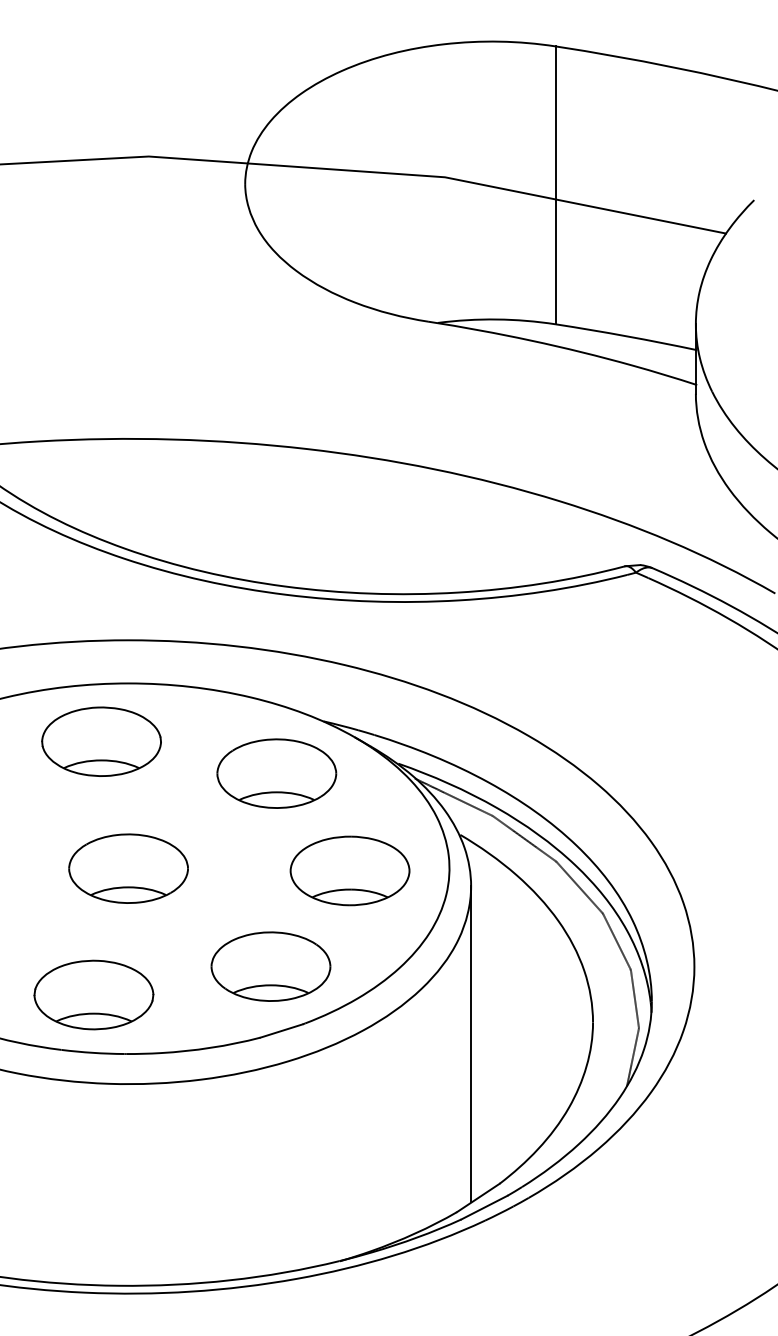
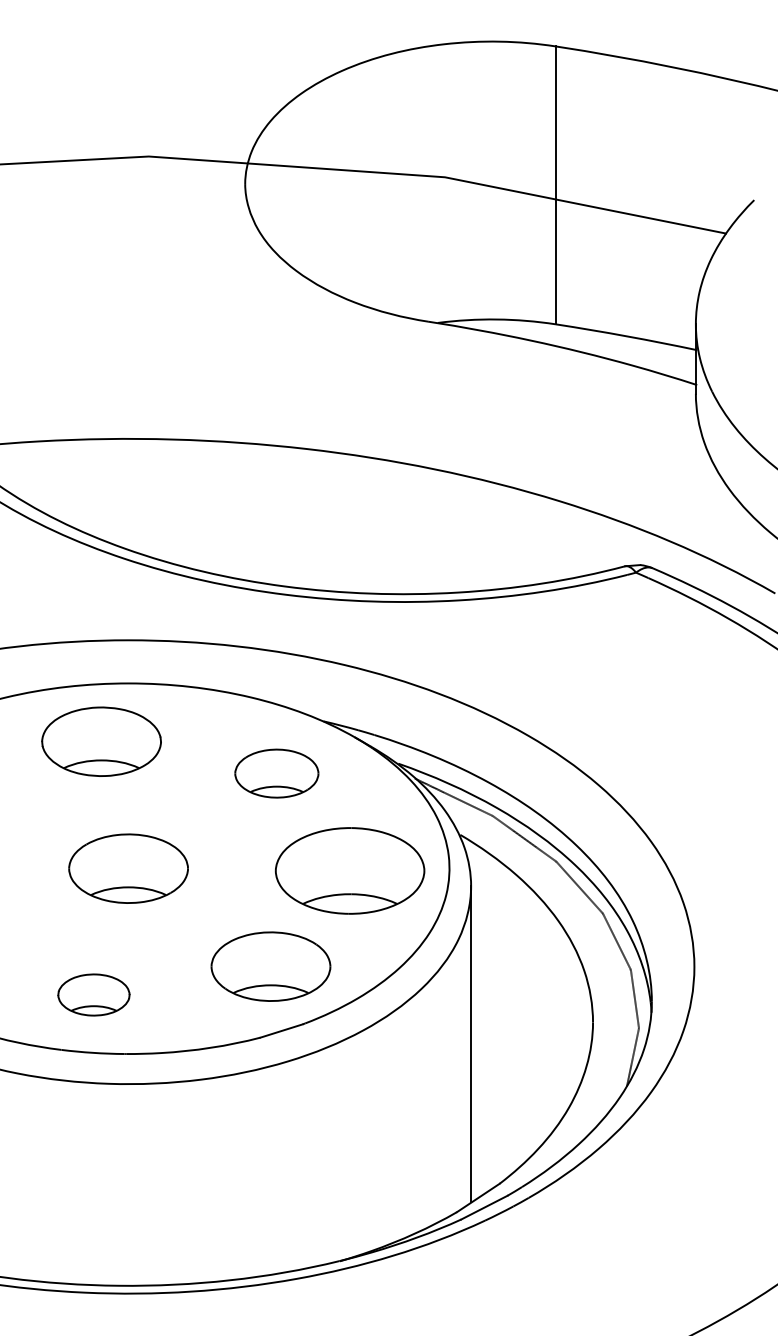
part at (276, 773) size: 122x71 px -> 86x51 px
part at (349, 870) size: 122x72 px -> 152x88 px
part at (93, 994) size: 122x72 px -> 74x44 px
